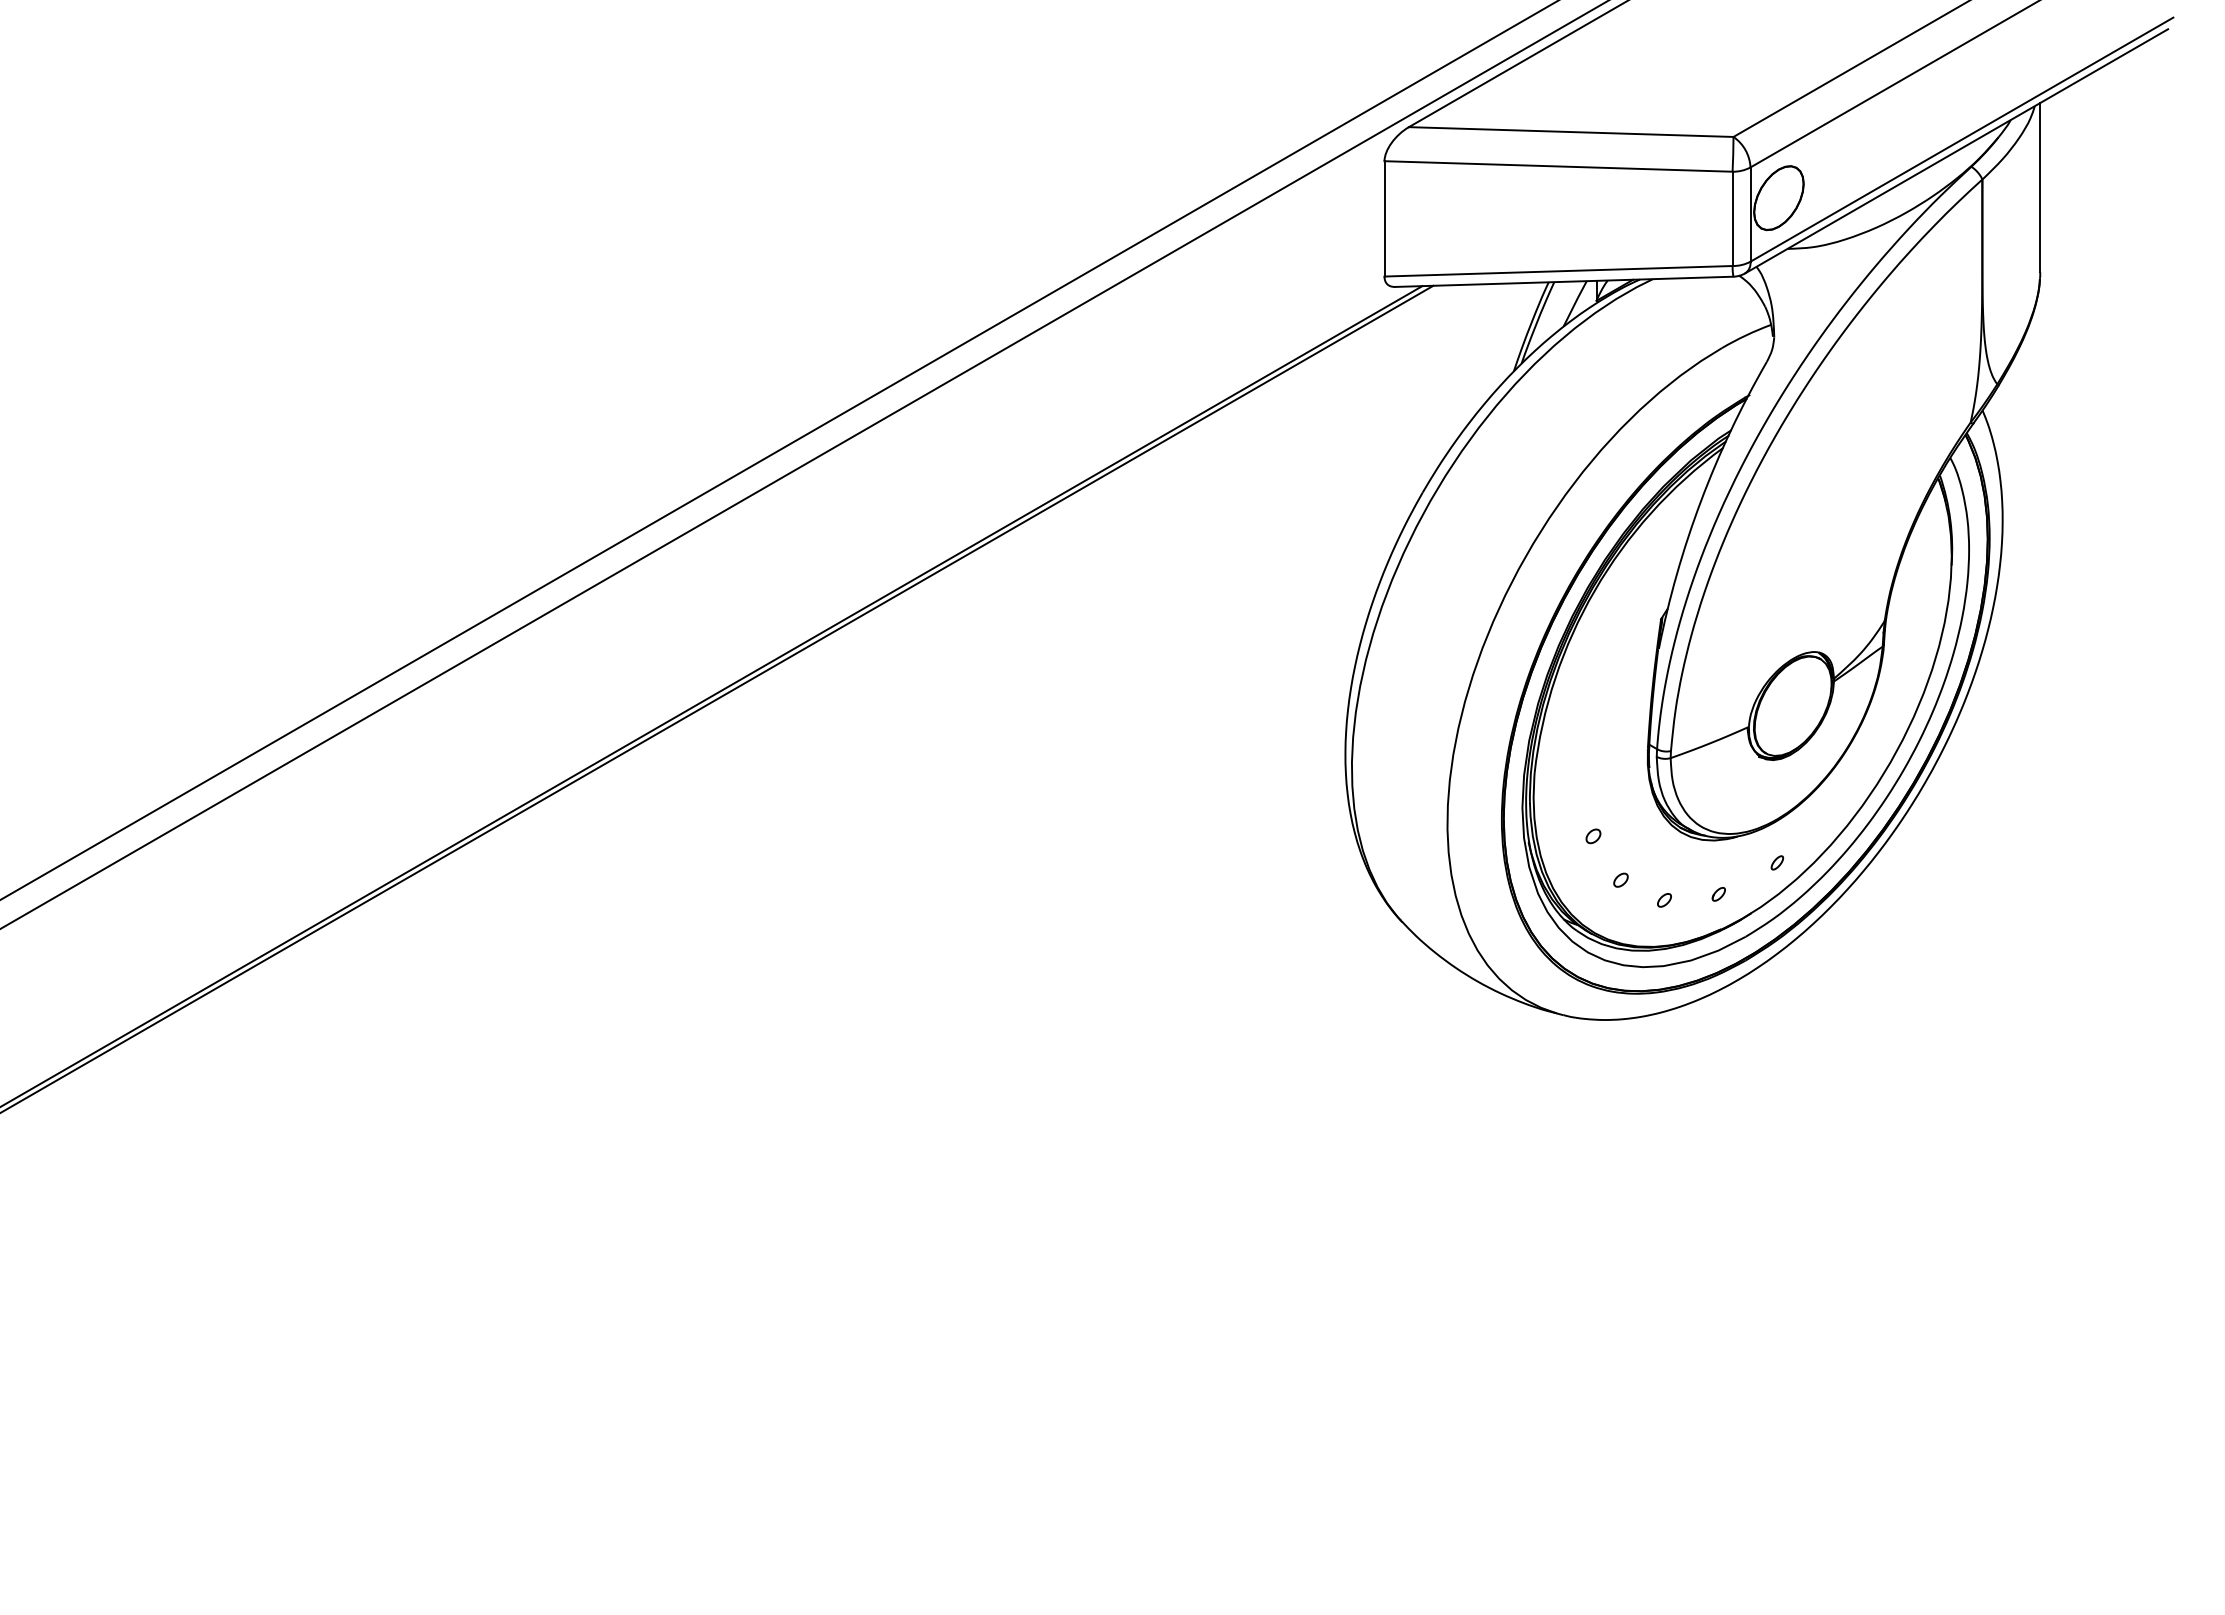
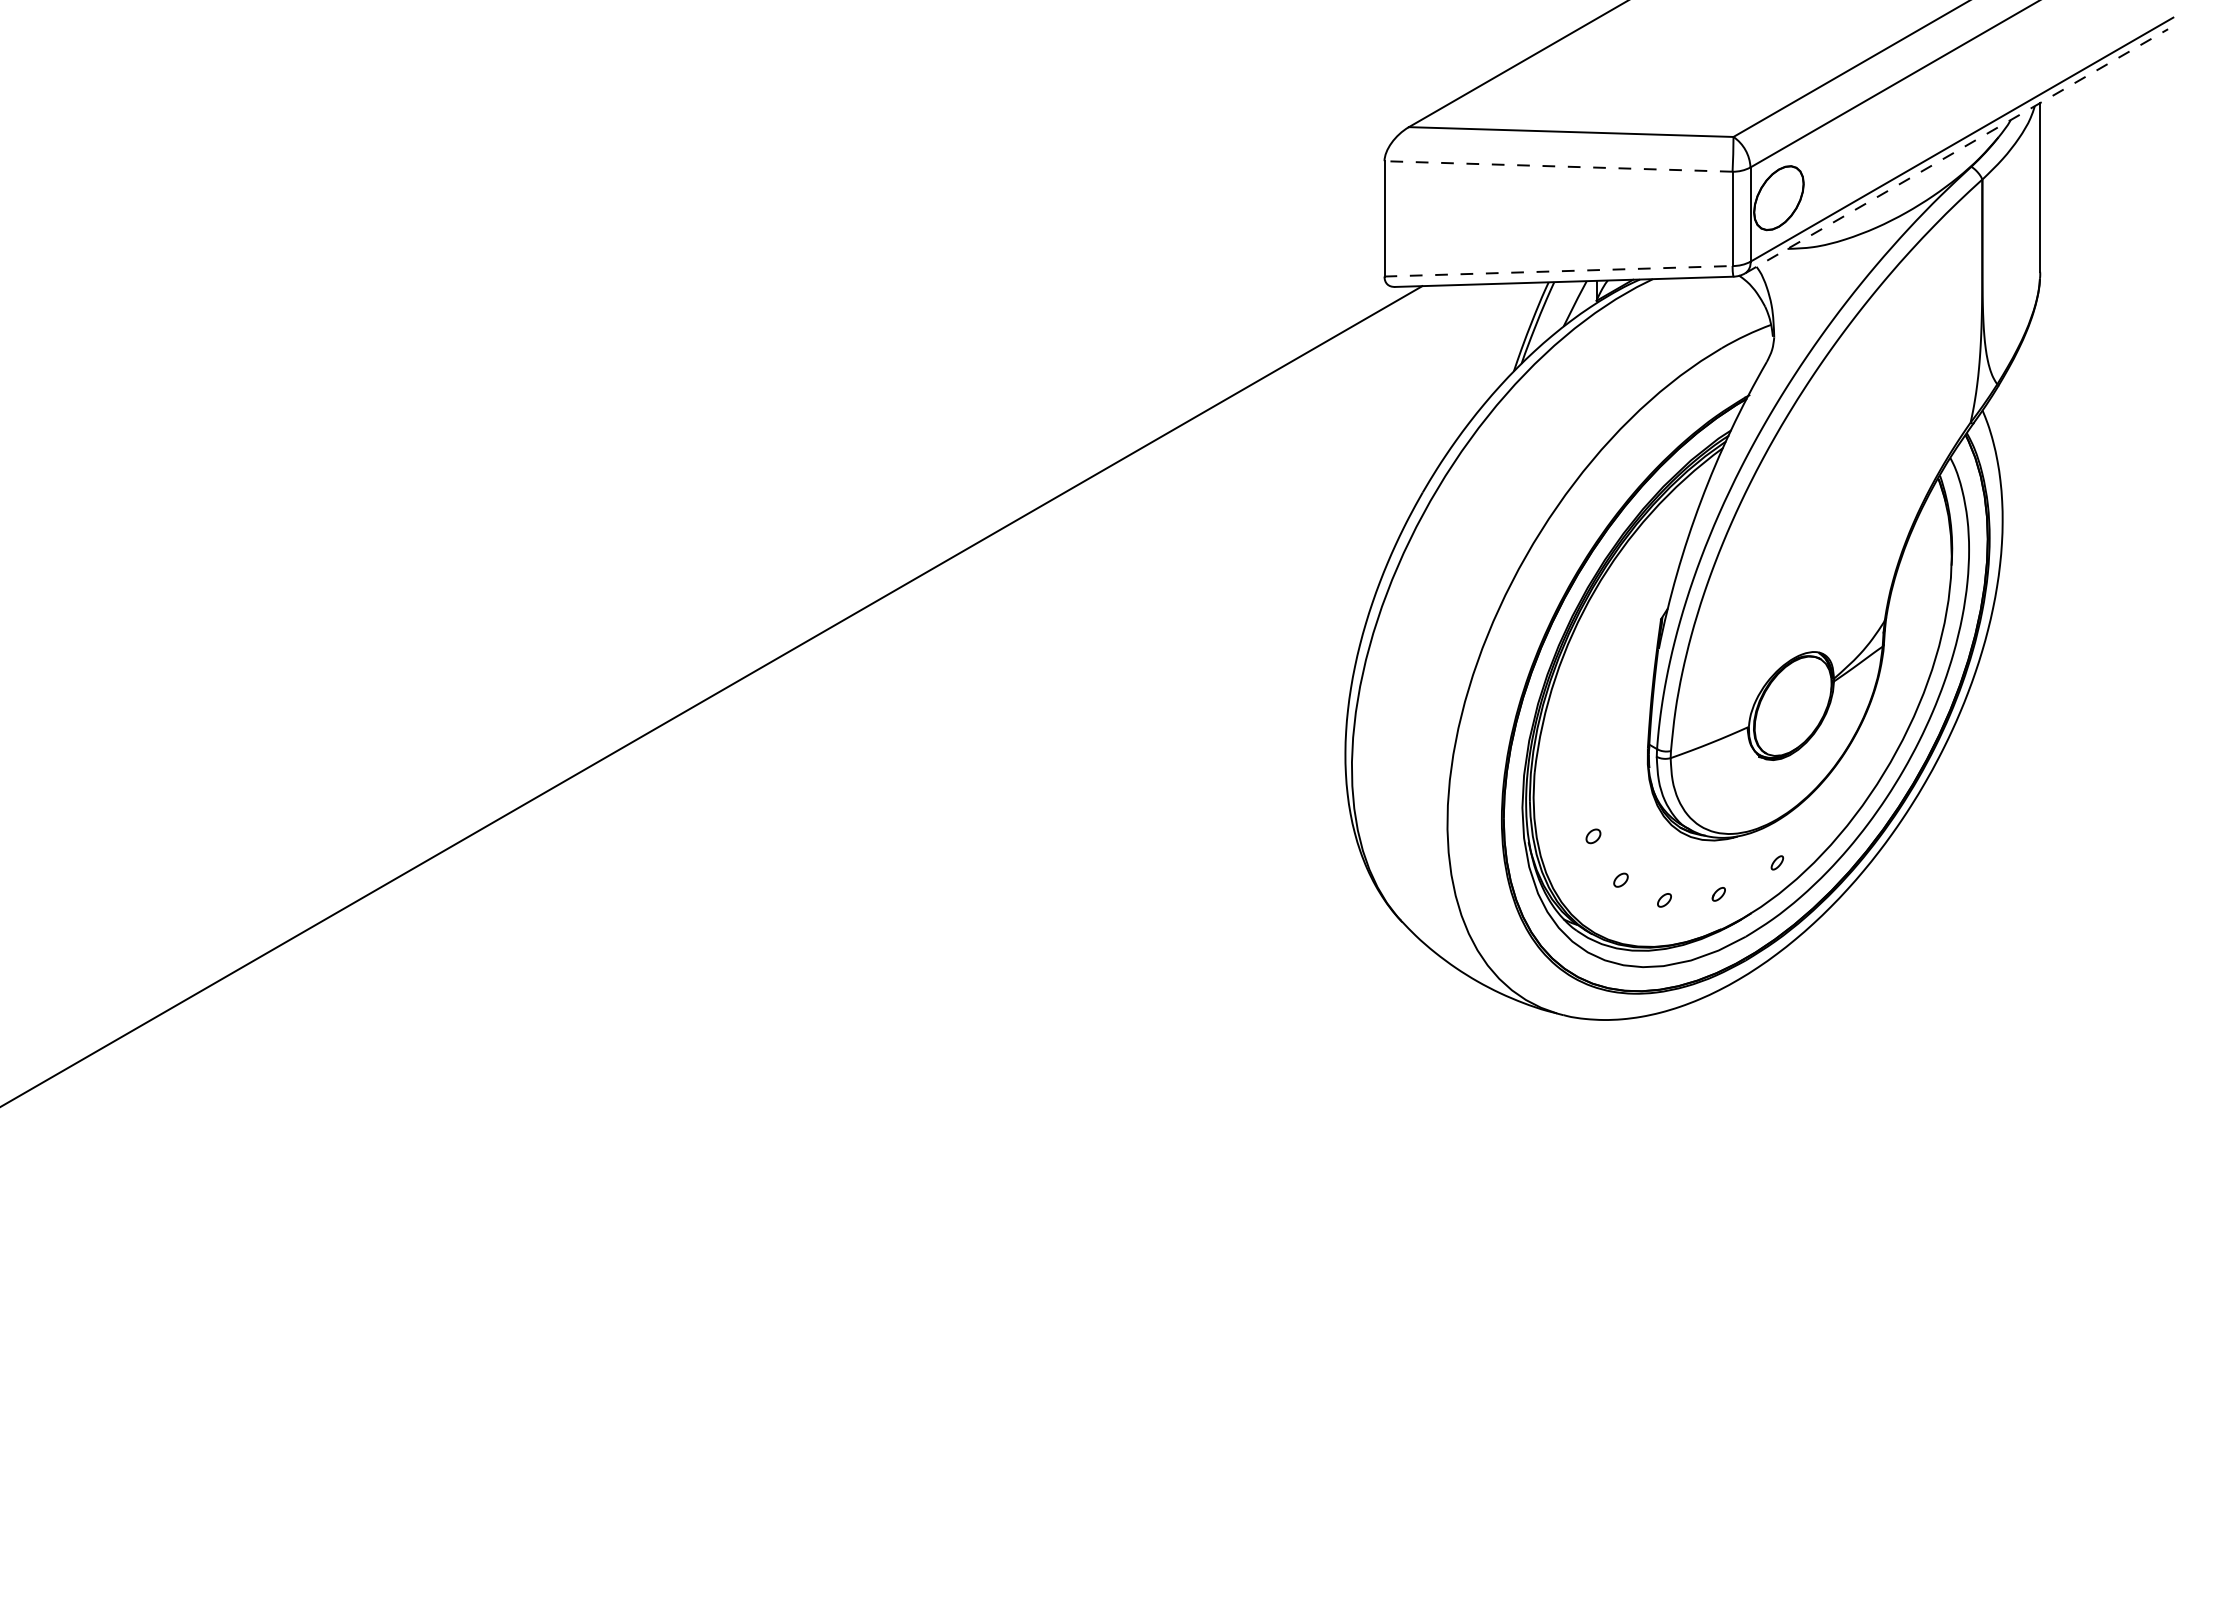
line at (1957, 151): solid -> dashed
line at (1558, 166): solid -> dashed
line at (1559, 271): solid -> dashed
line at (778, 450): present -> none
line at (803, 464): present -> none
line at (717, 698): present -> none
